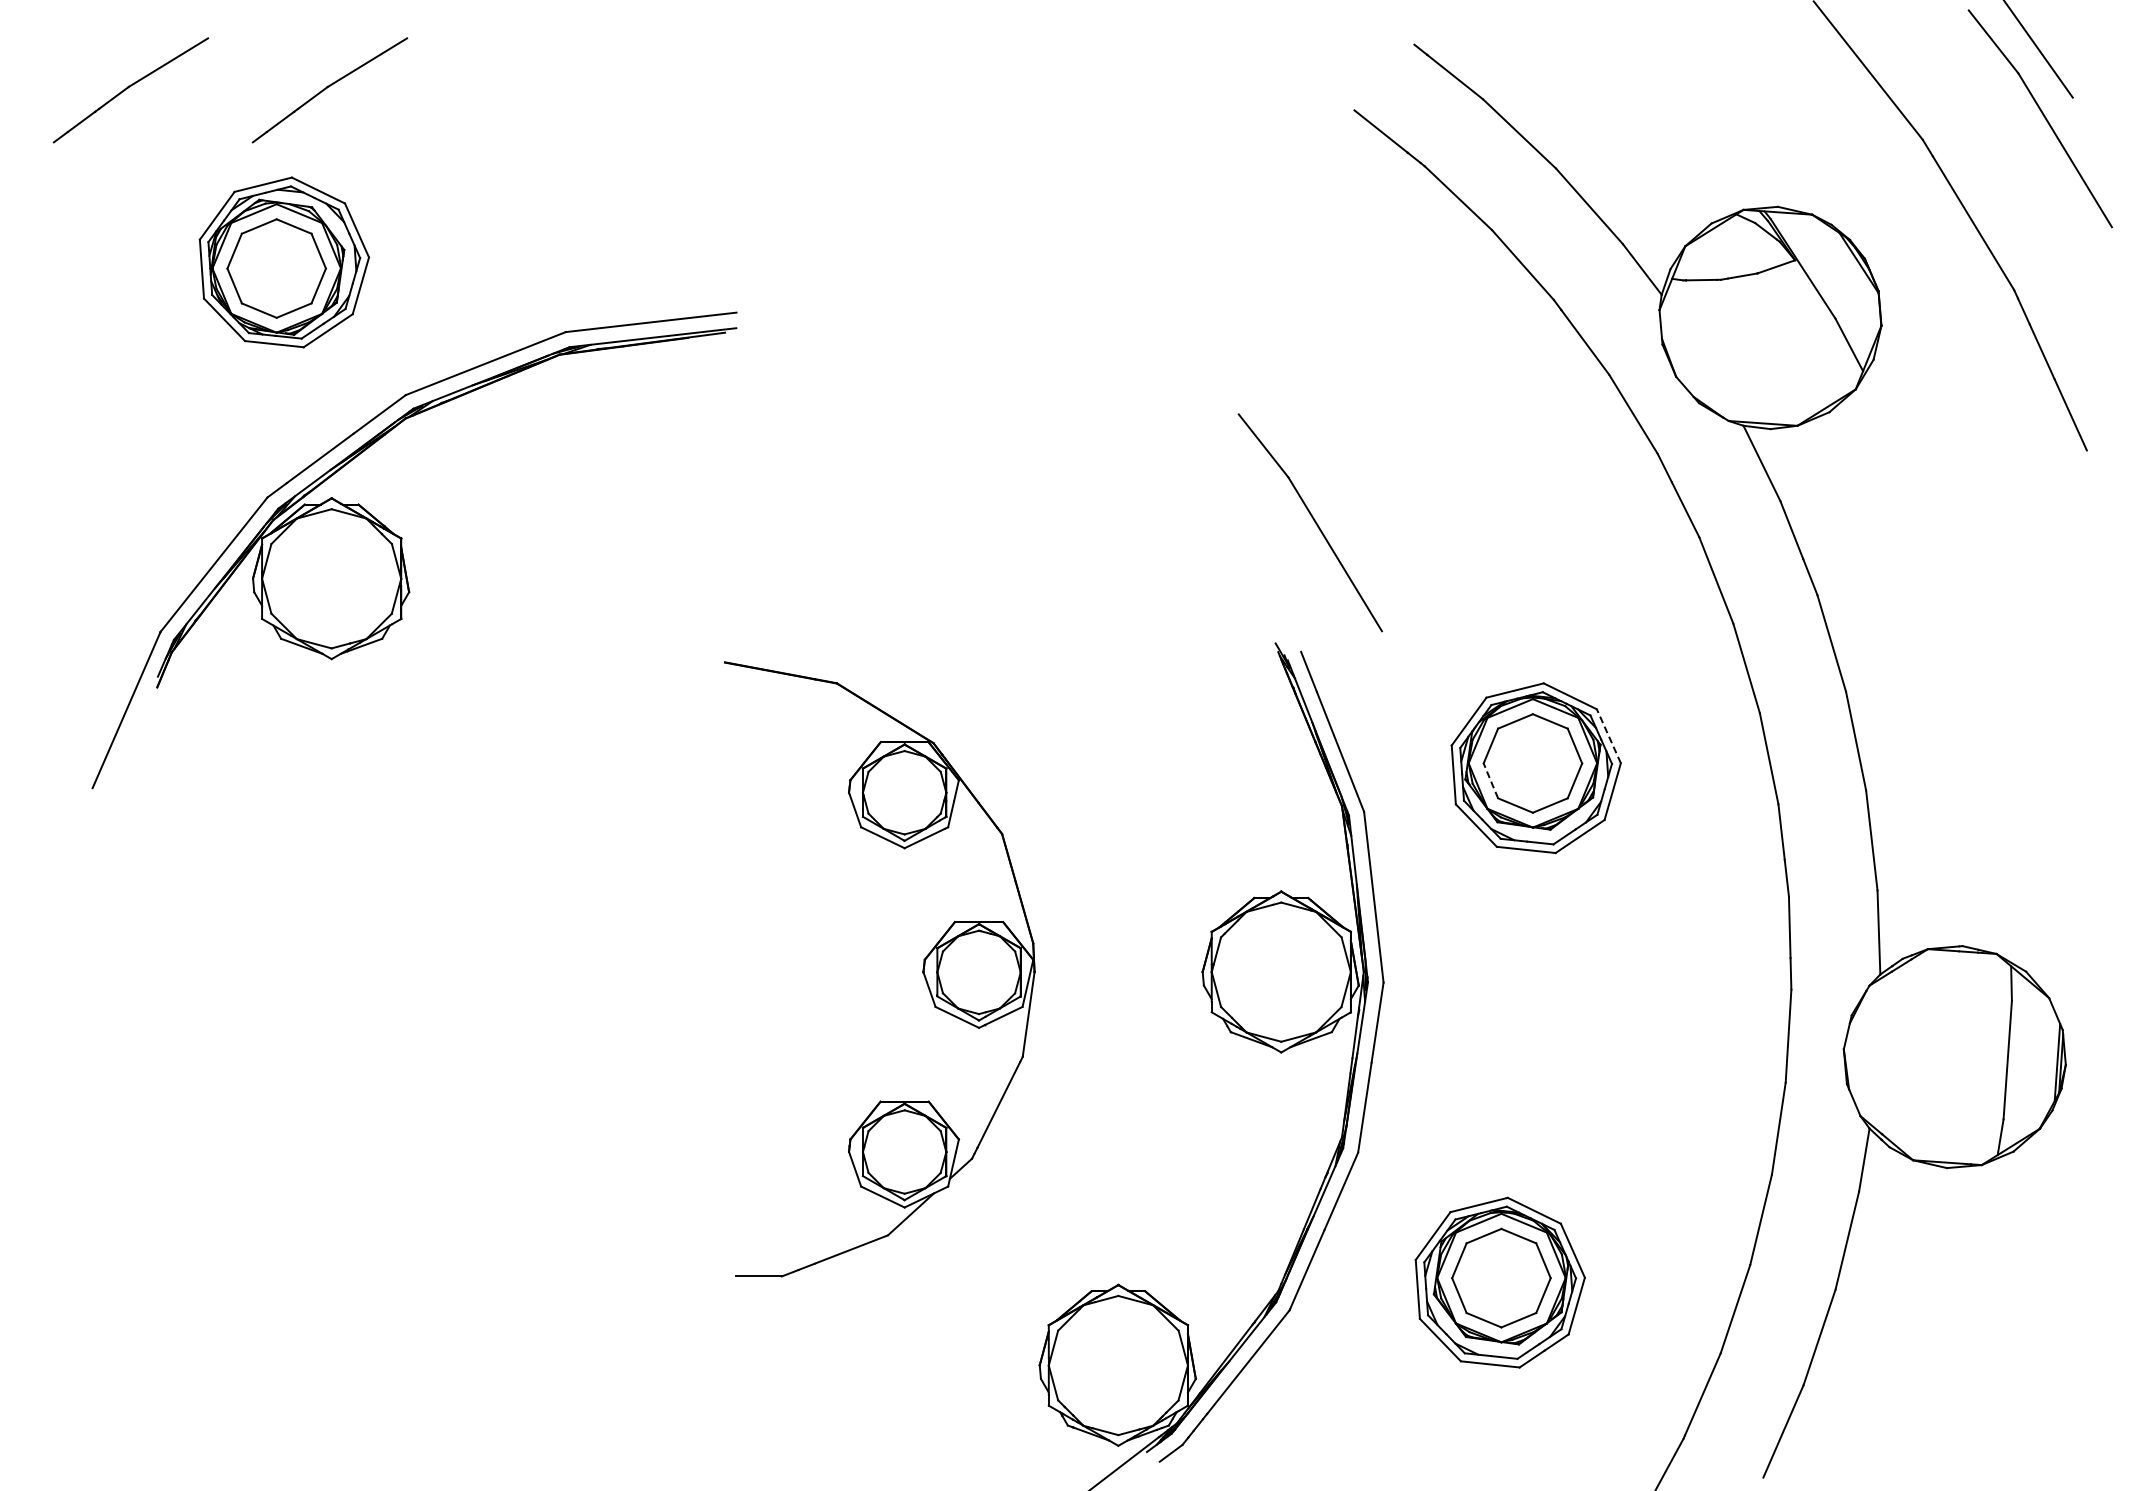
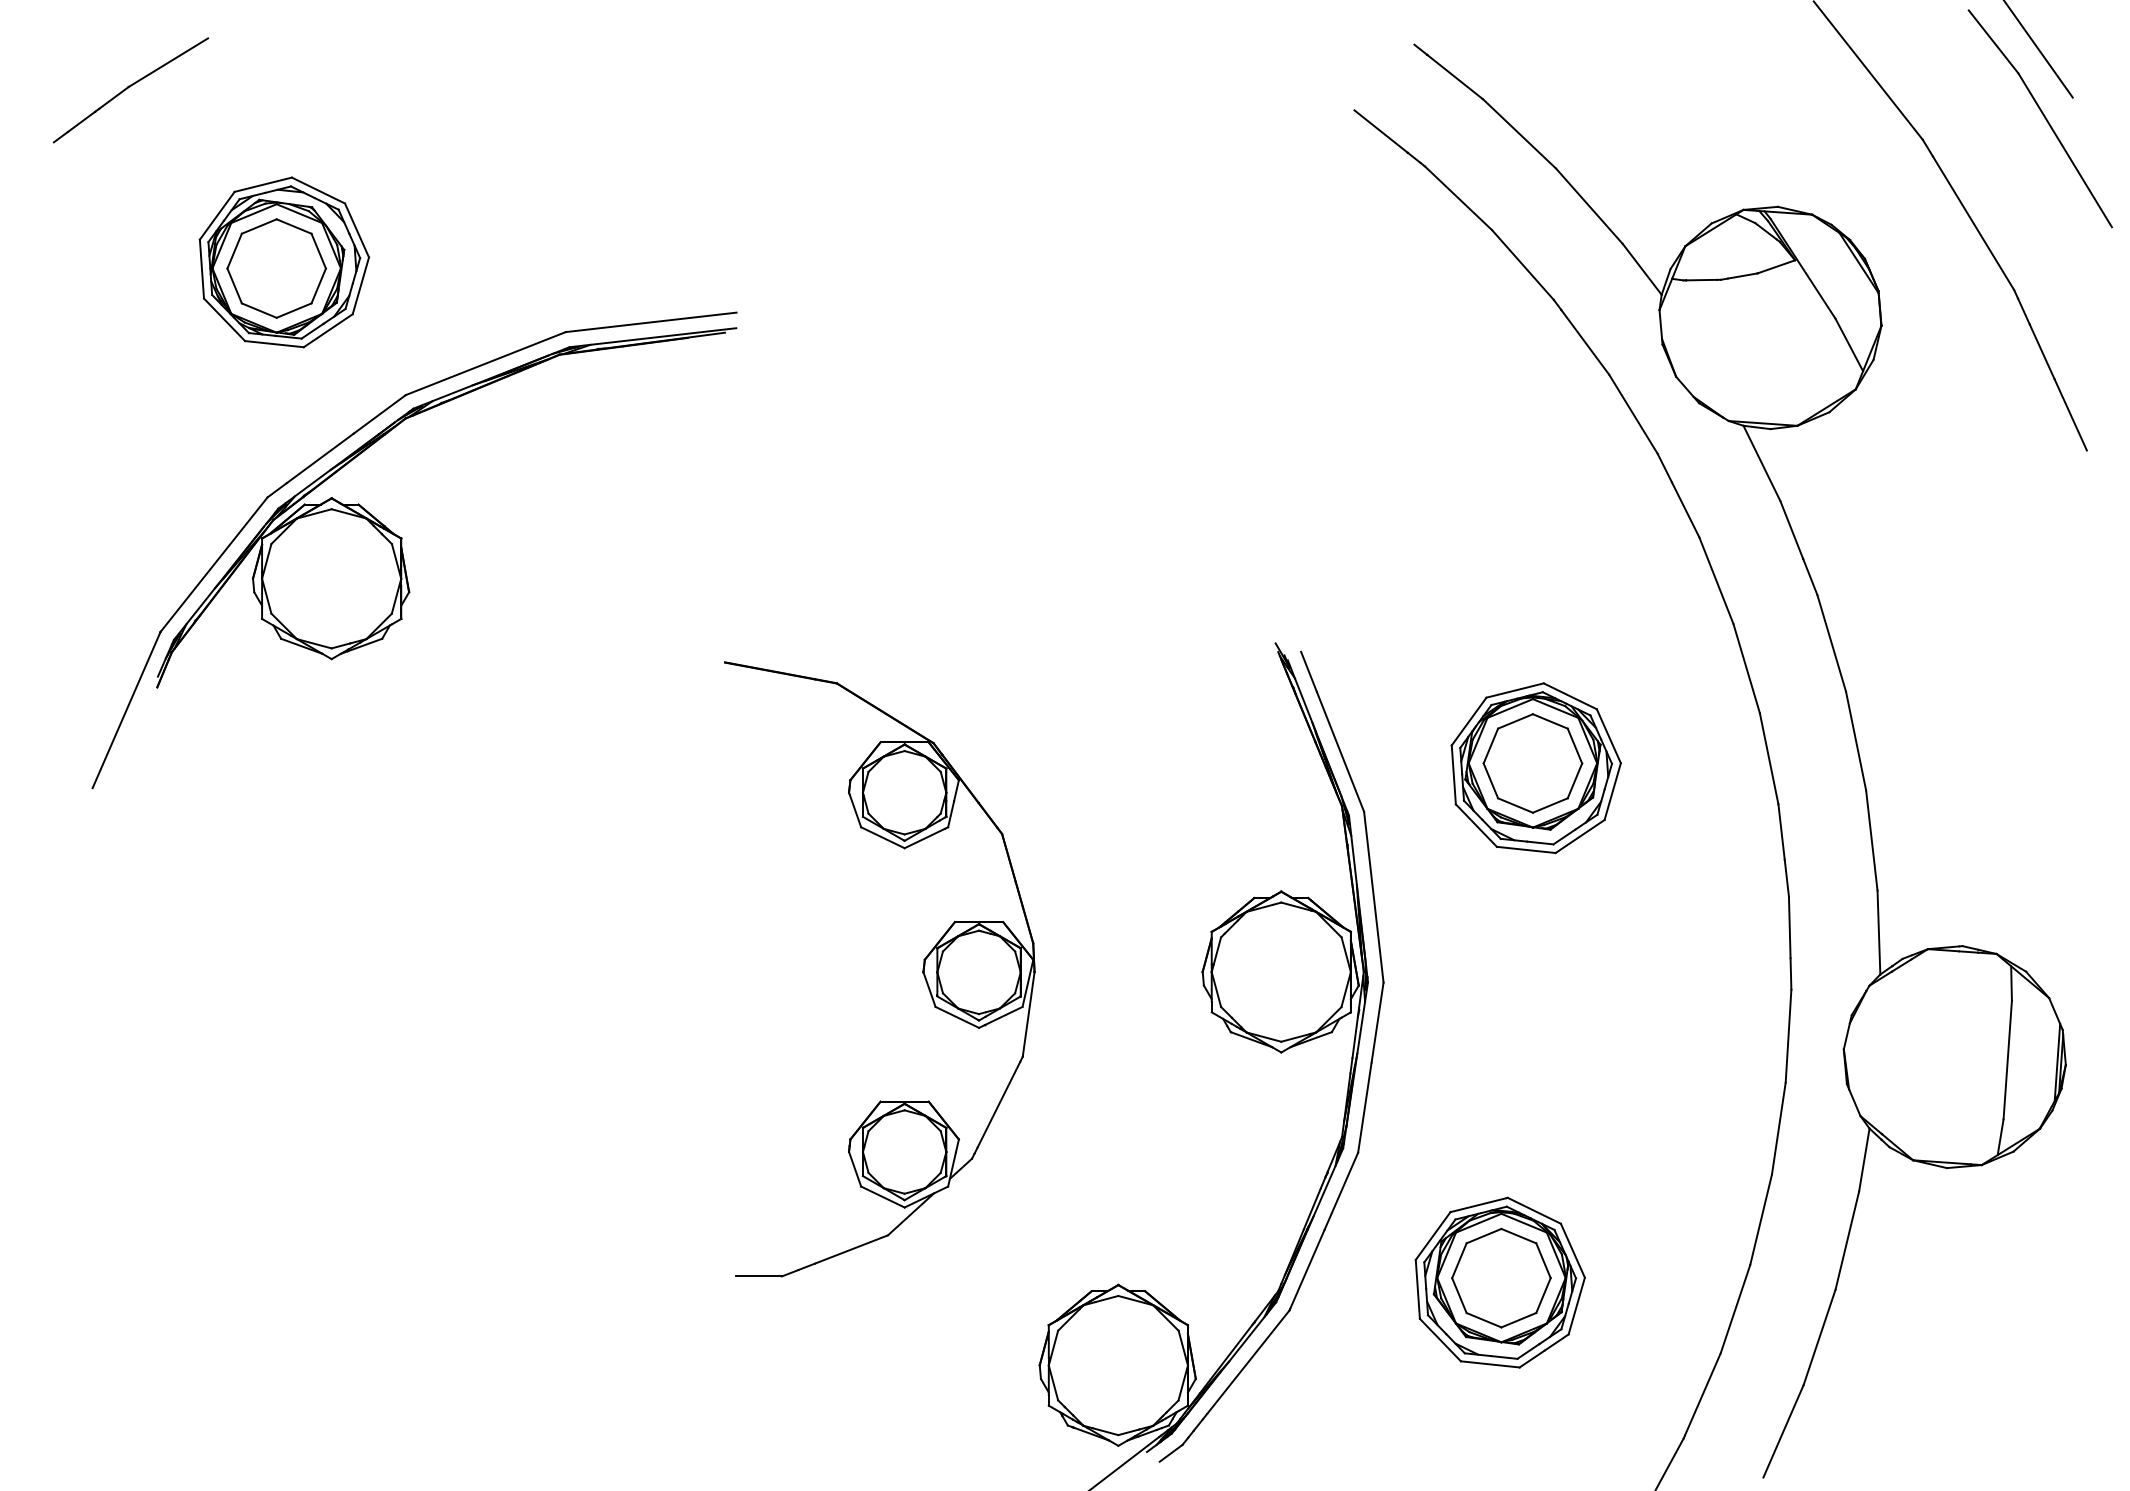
part at (329, 90): present -> none
part at (1309, 522): present -> none
line at (1608, 736): dashed -> solid
line at (1490, 780): dashed -> solid
